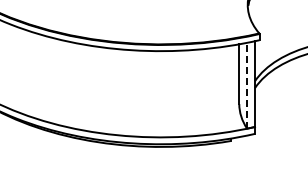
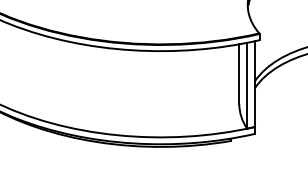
line at (247, 85): dashed -> solid
